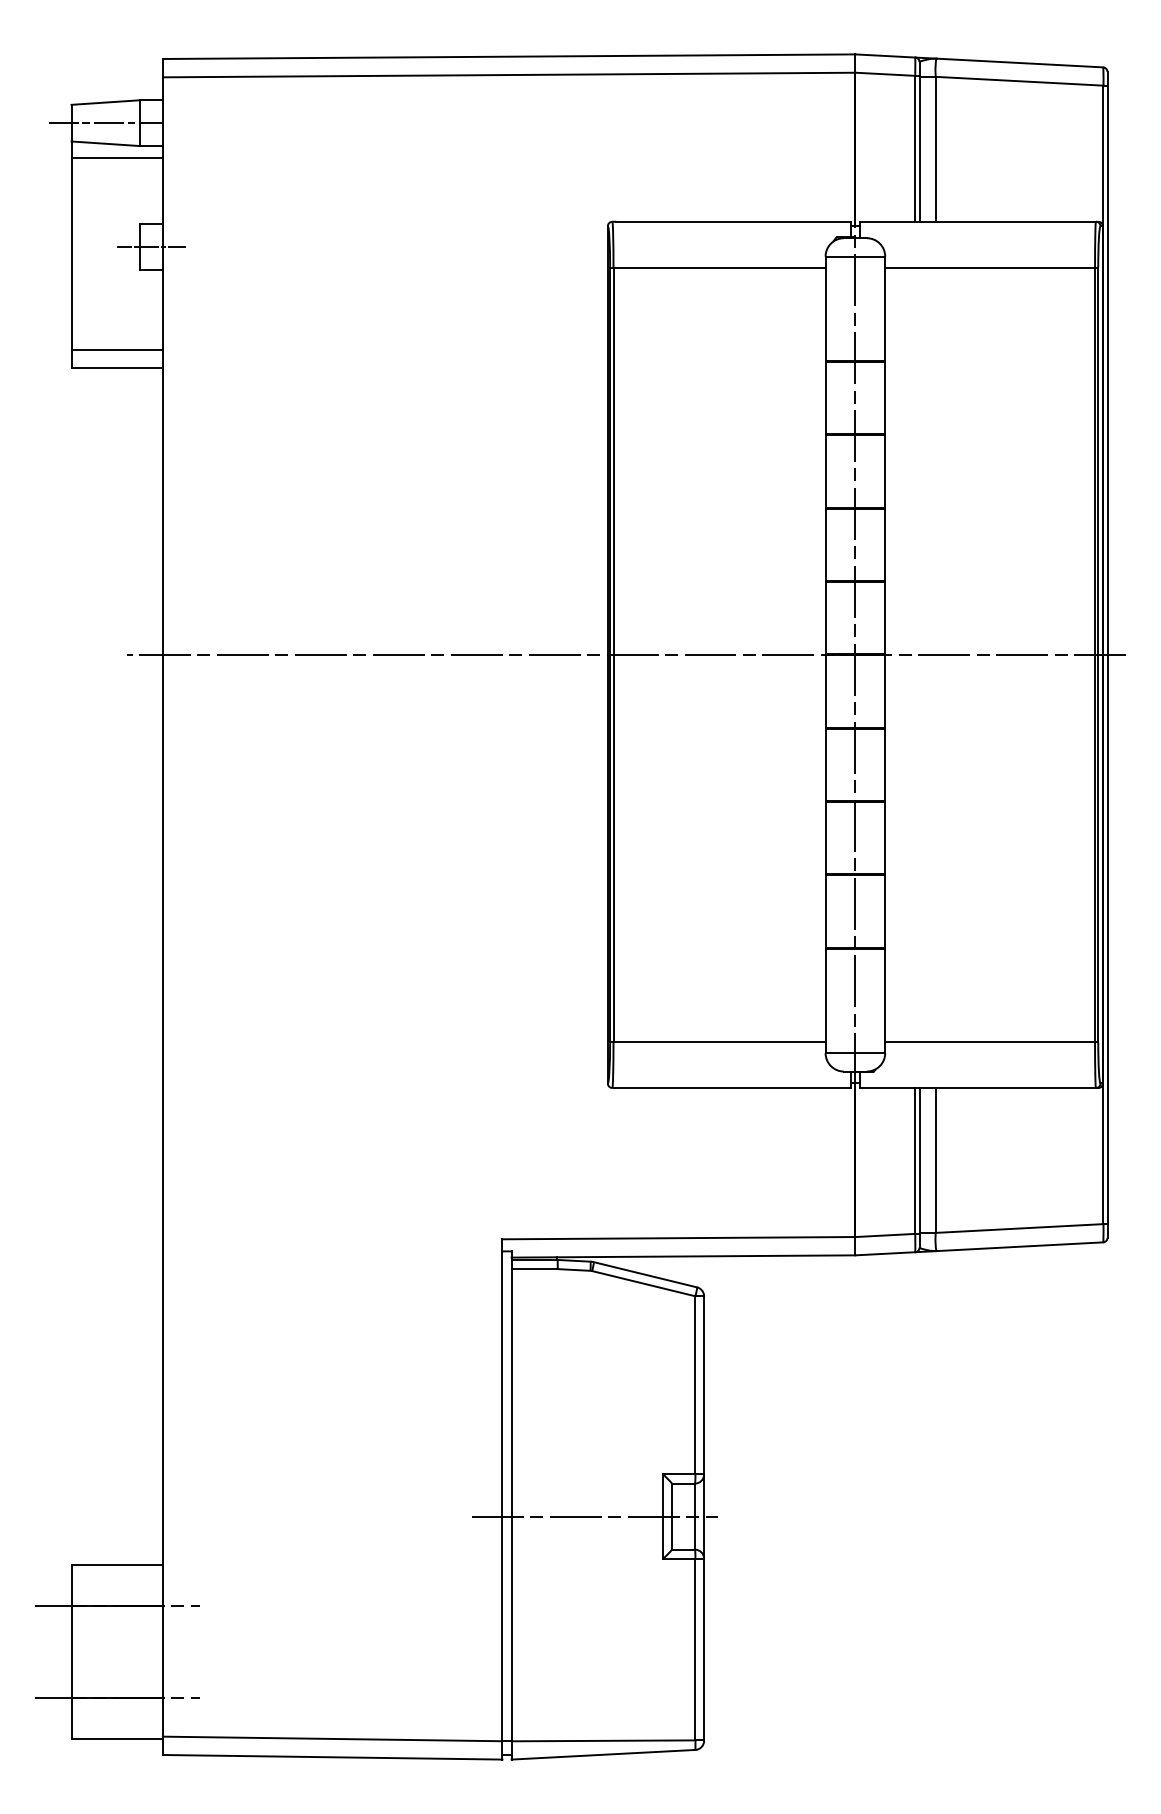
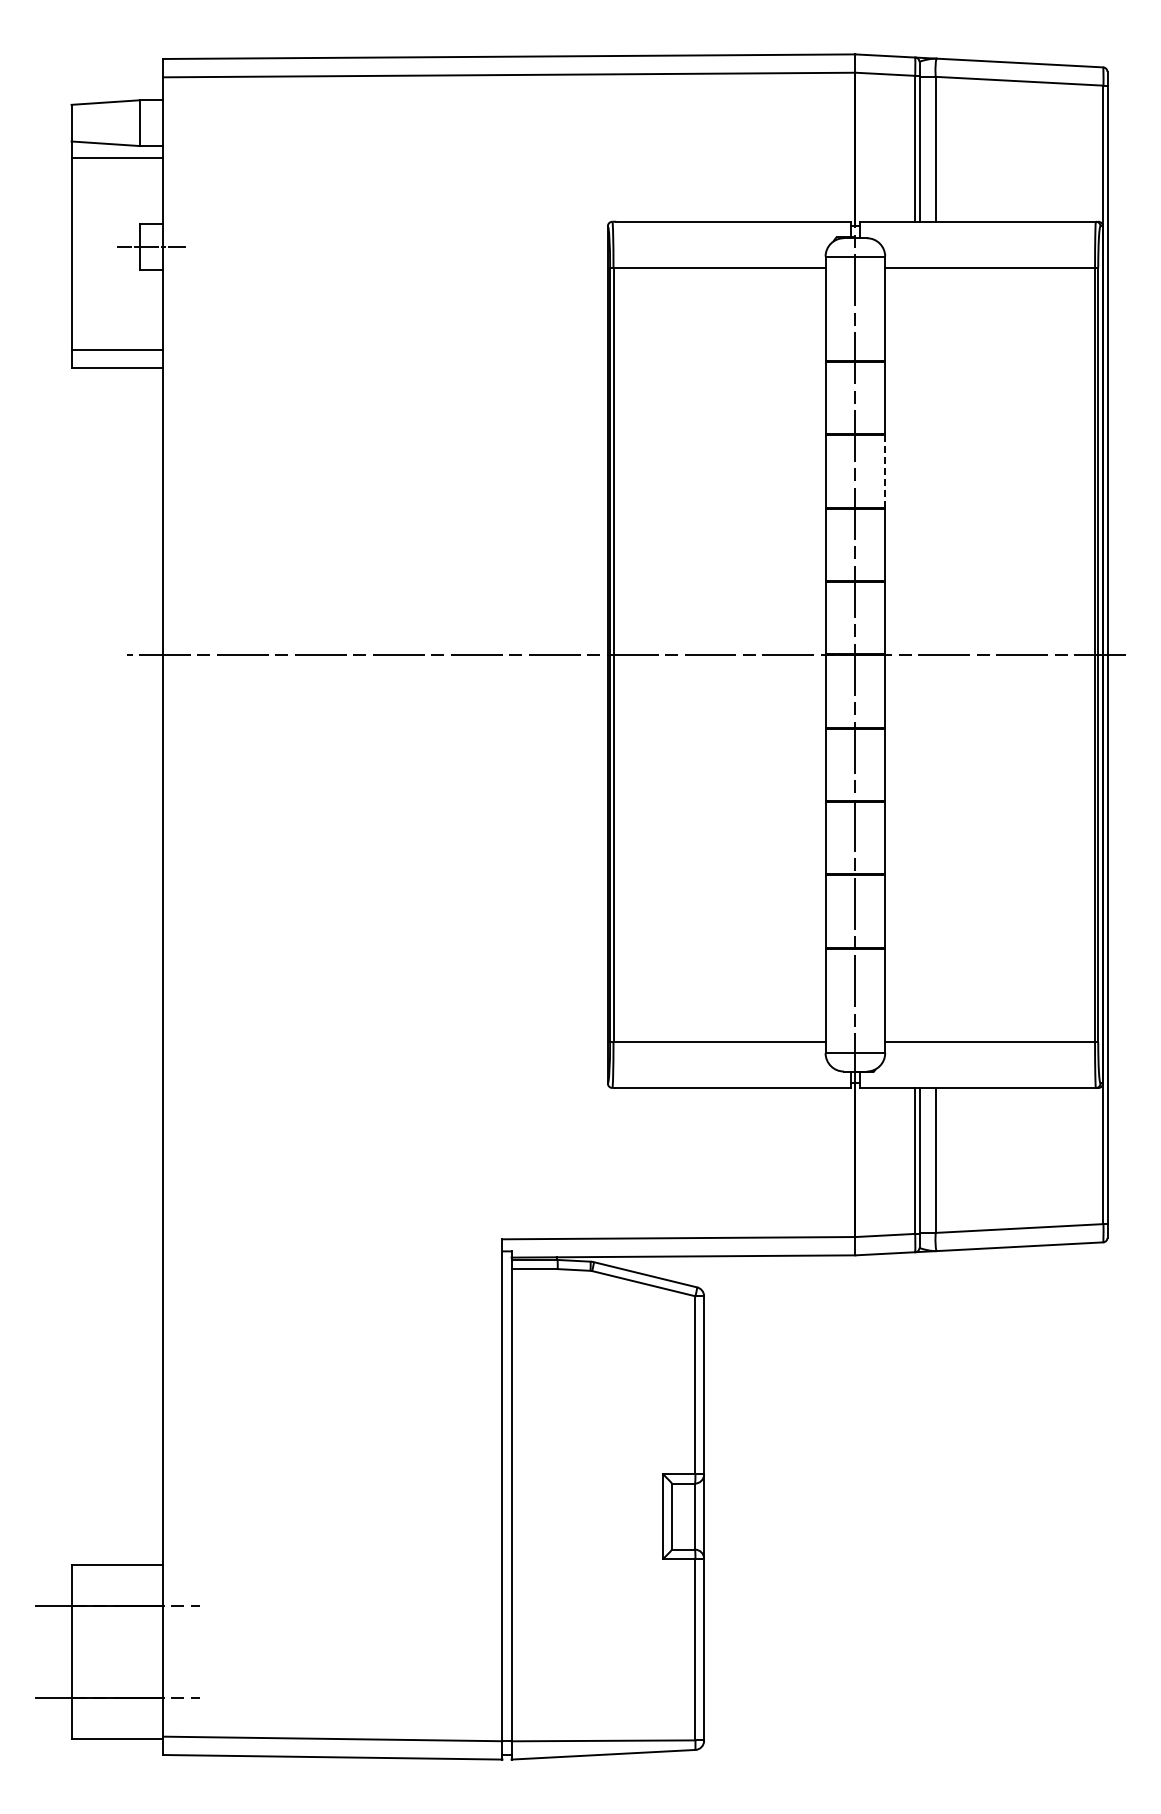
line at (105, 123): present -> none
line at (885, 472): solid -> dashed
line at (594, 1516): present -> none
